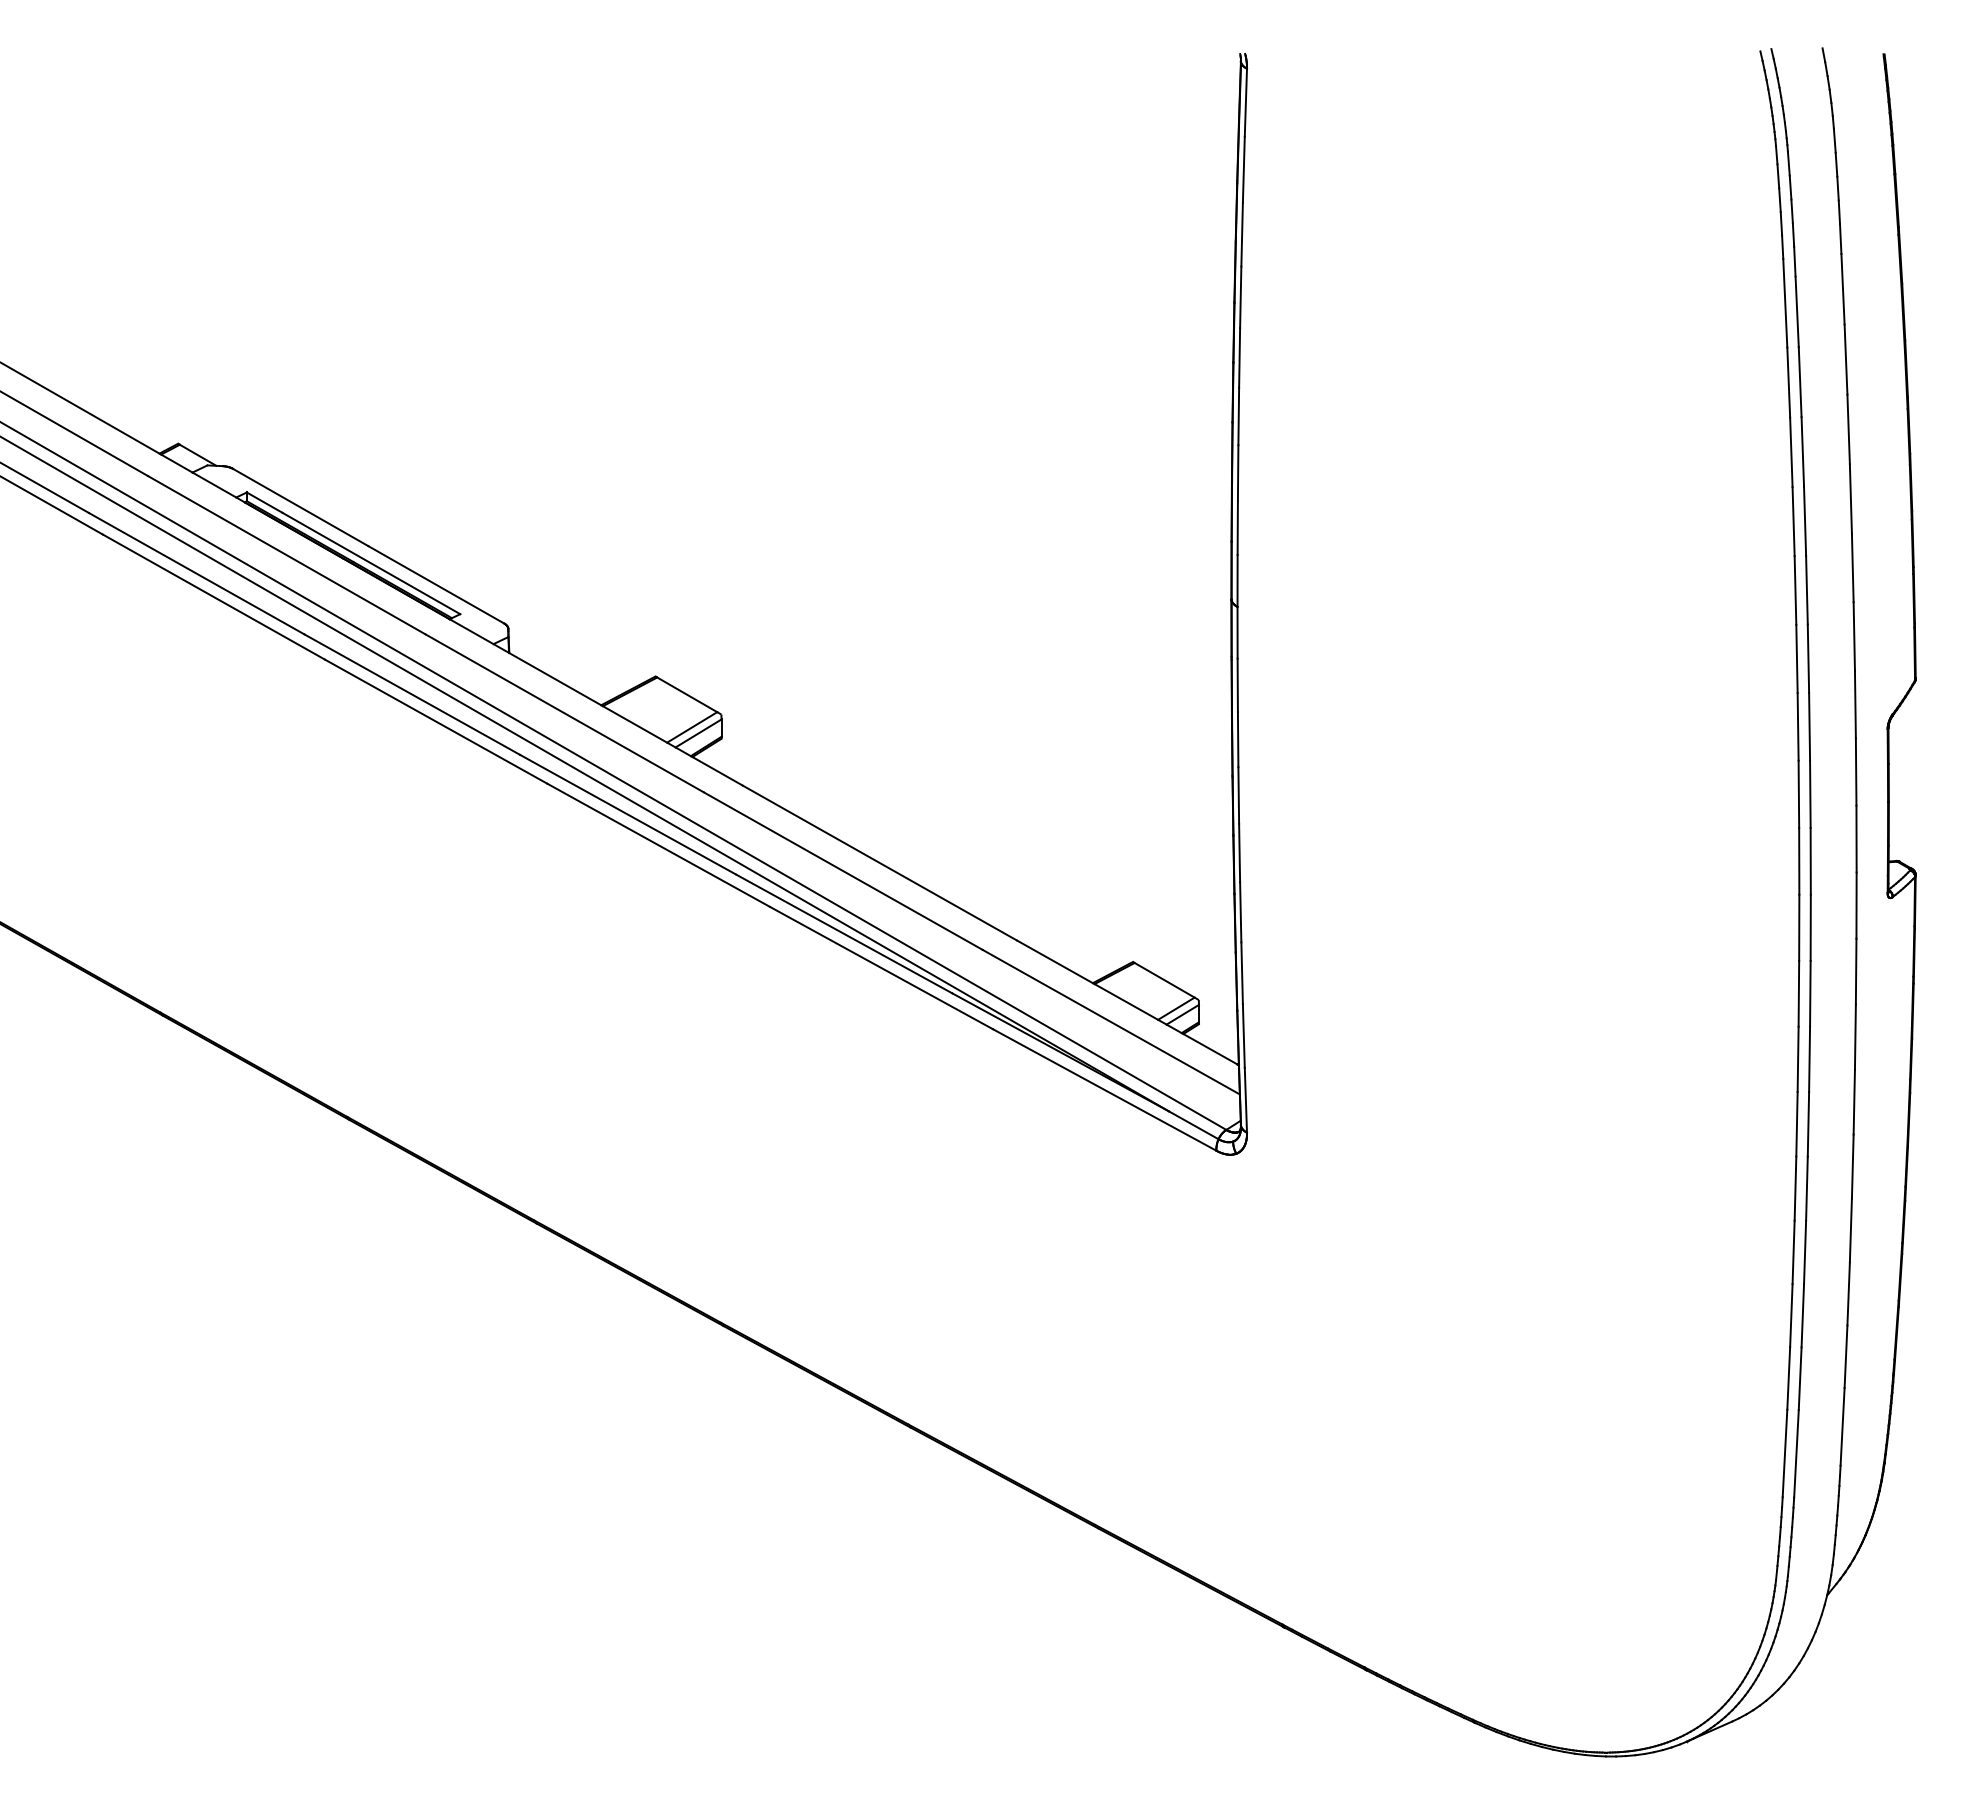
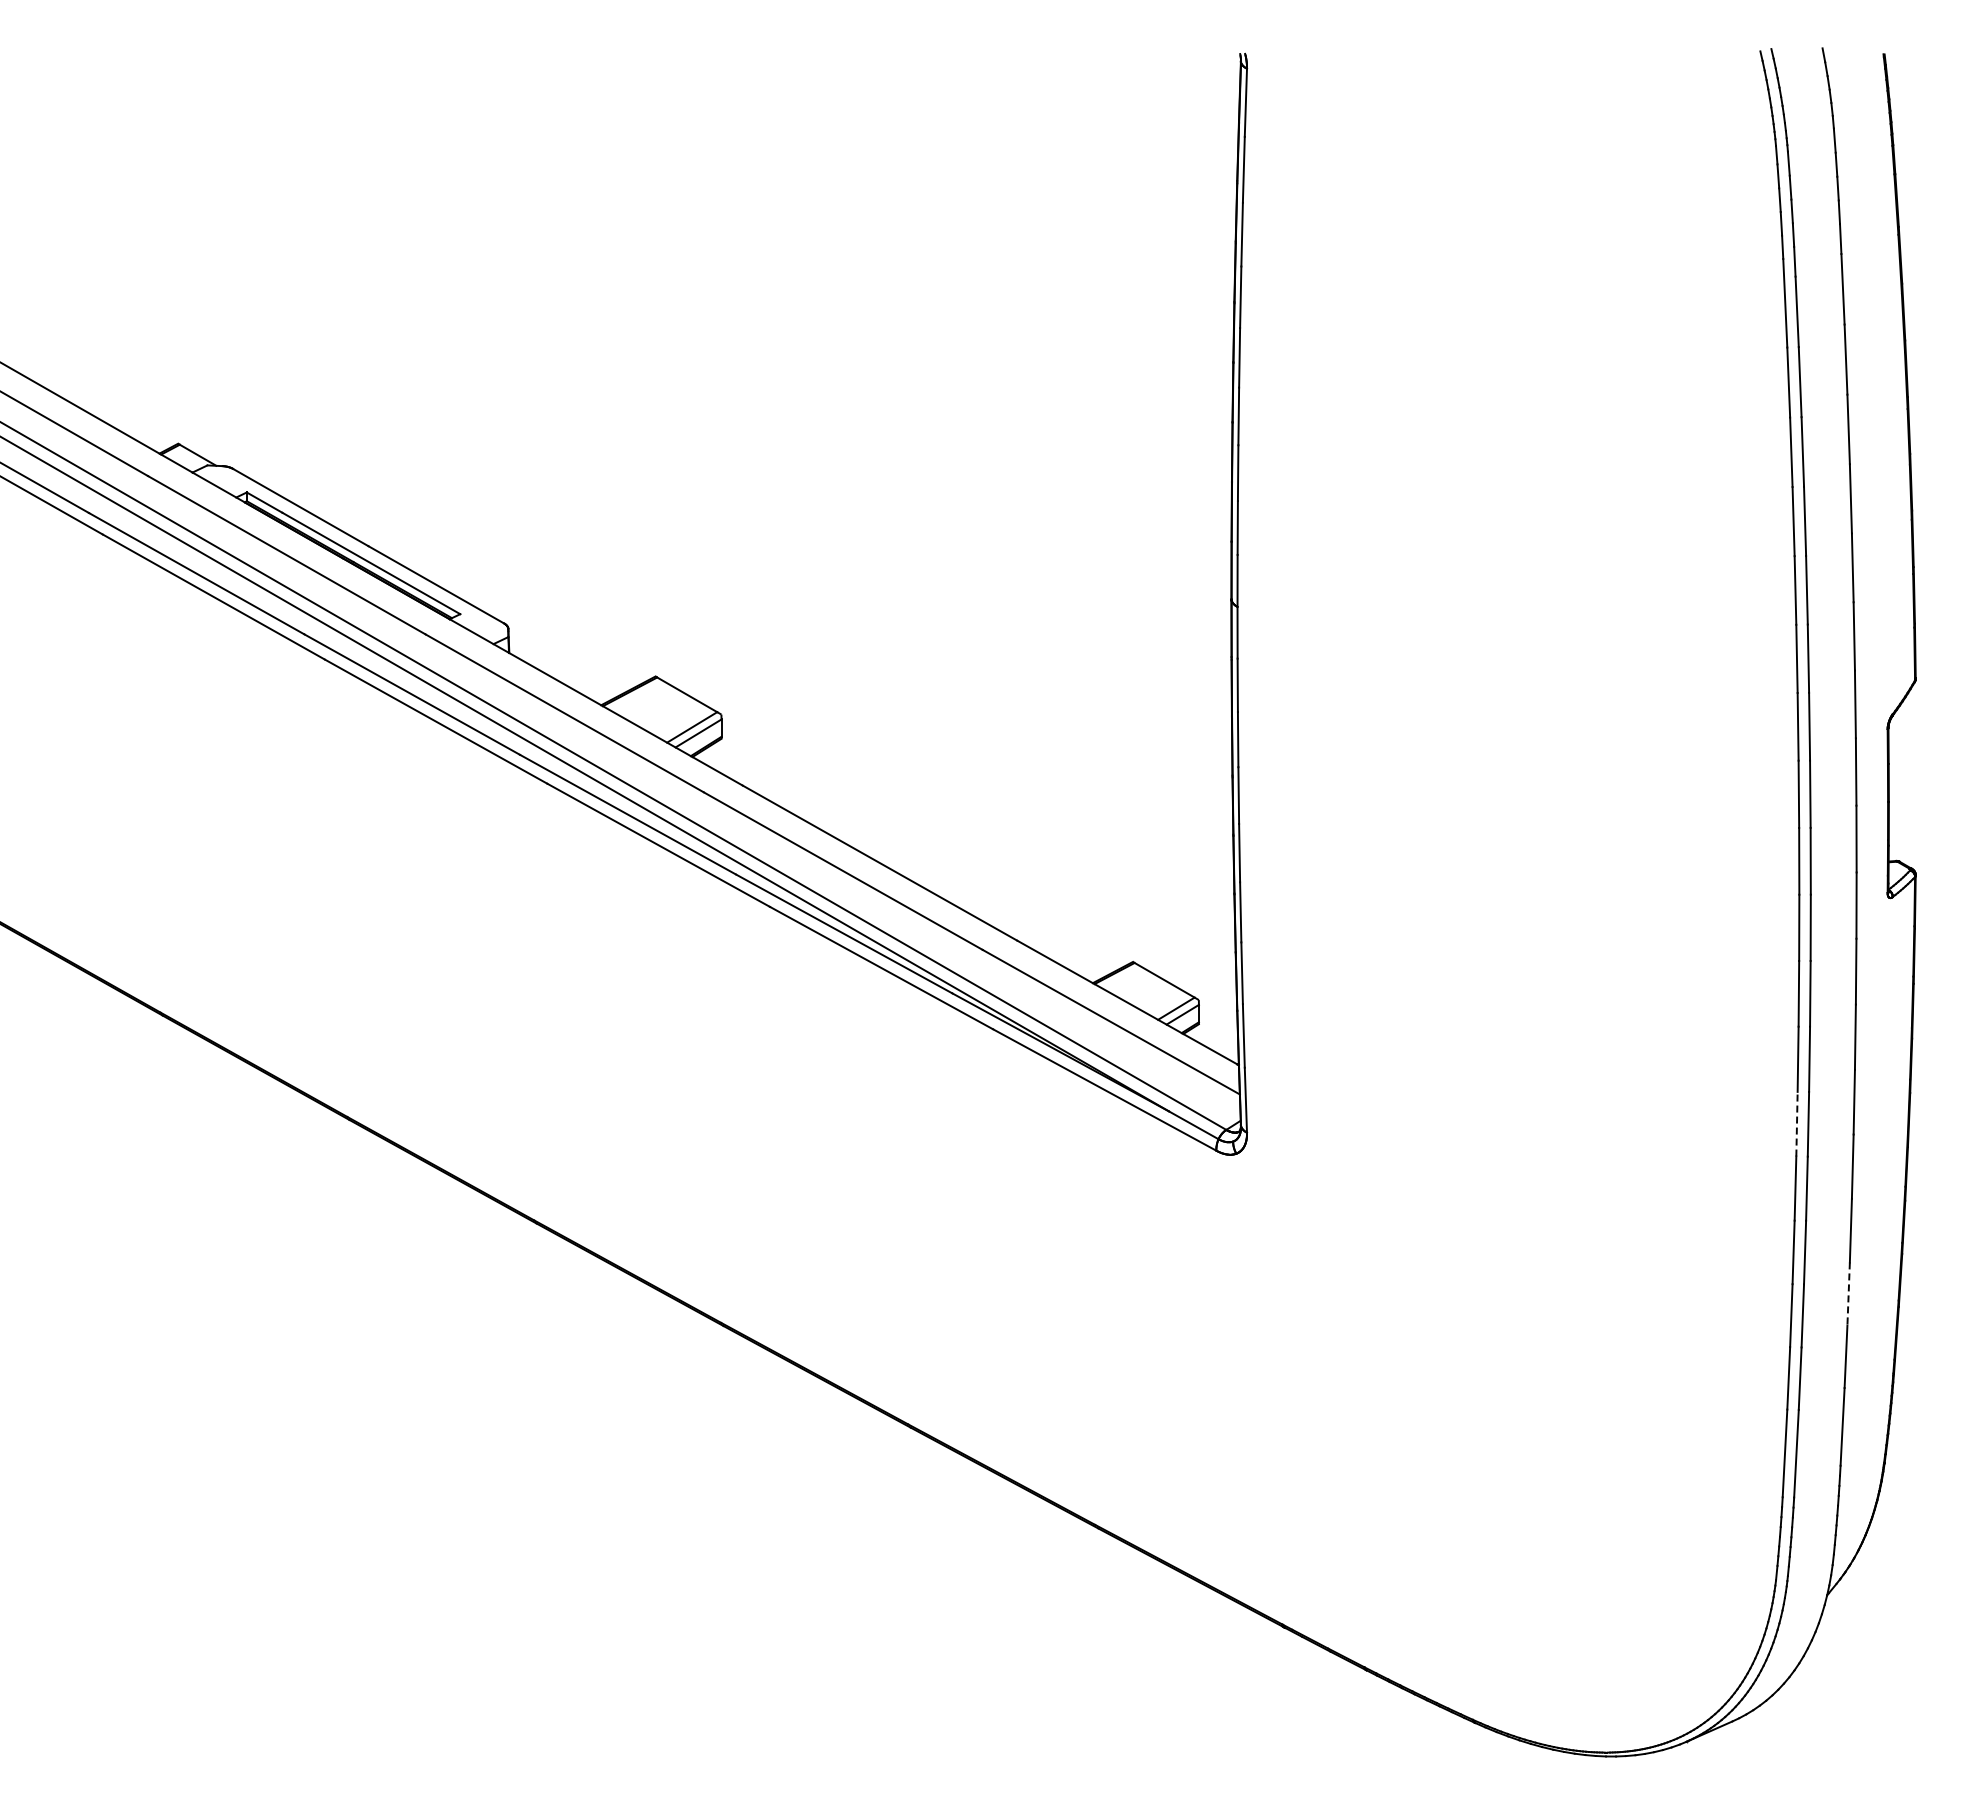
line at (1796, 1123): solid -> dashed
line at (1848, 1293): solid -> dashed
